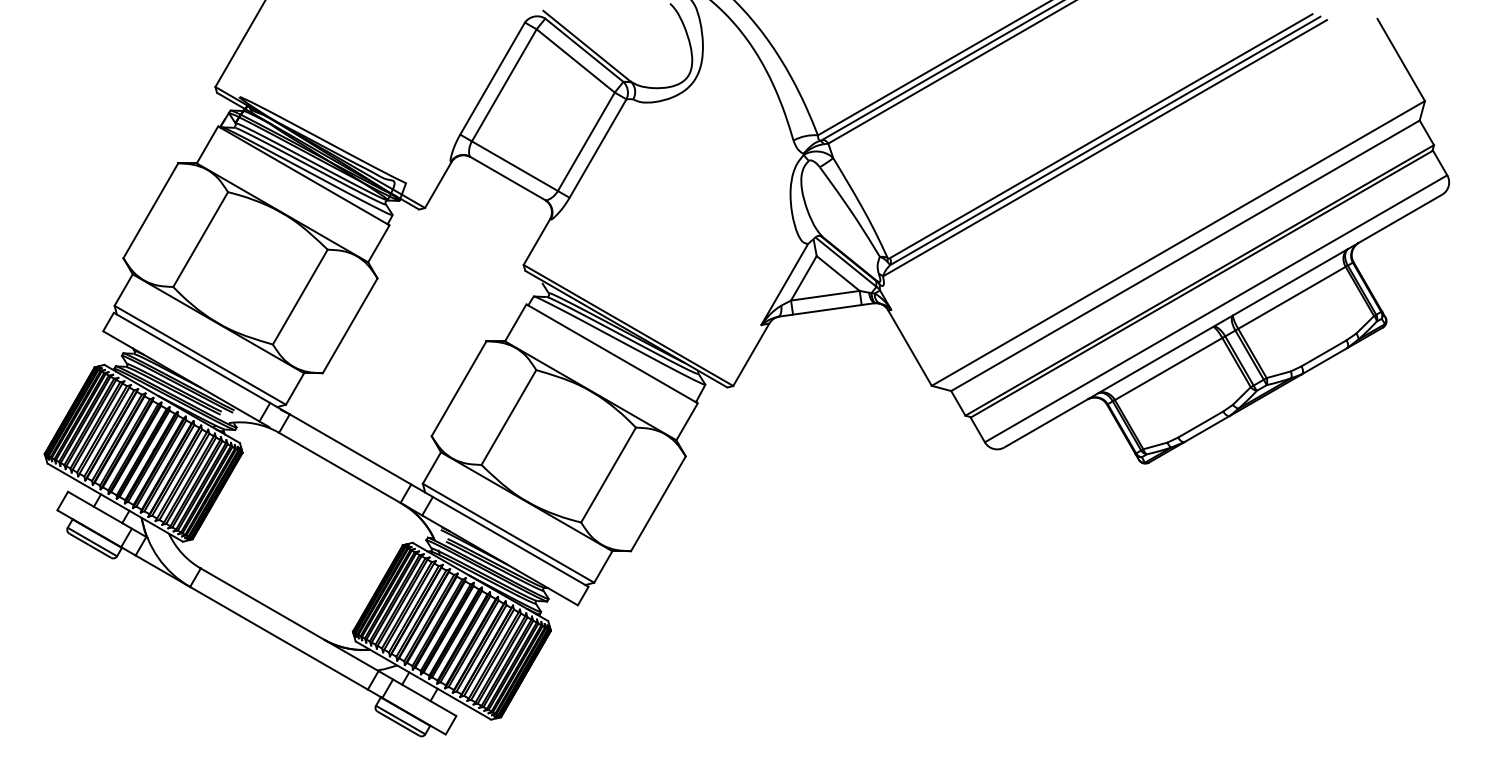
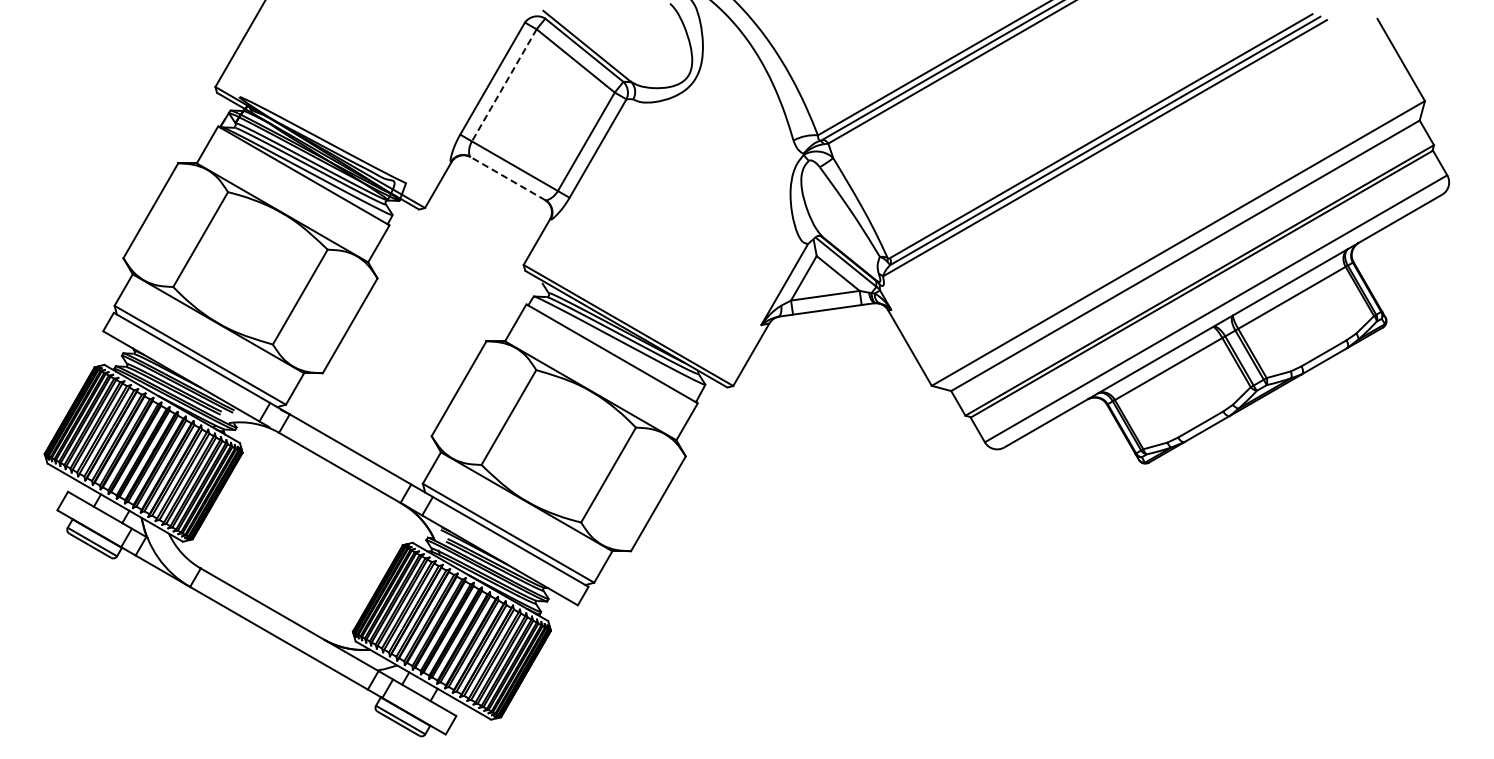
line at (504, 85): solid -> dashed
line at (507, 178): solid -> dashed
